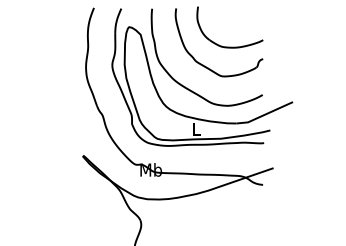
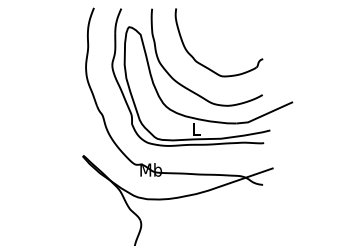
part at (229, 46): present -> none
